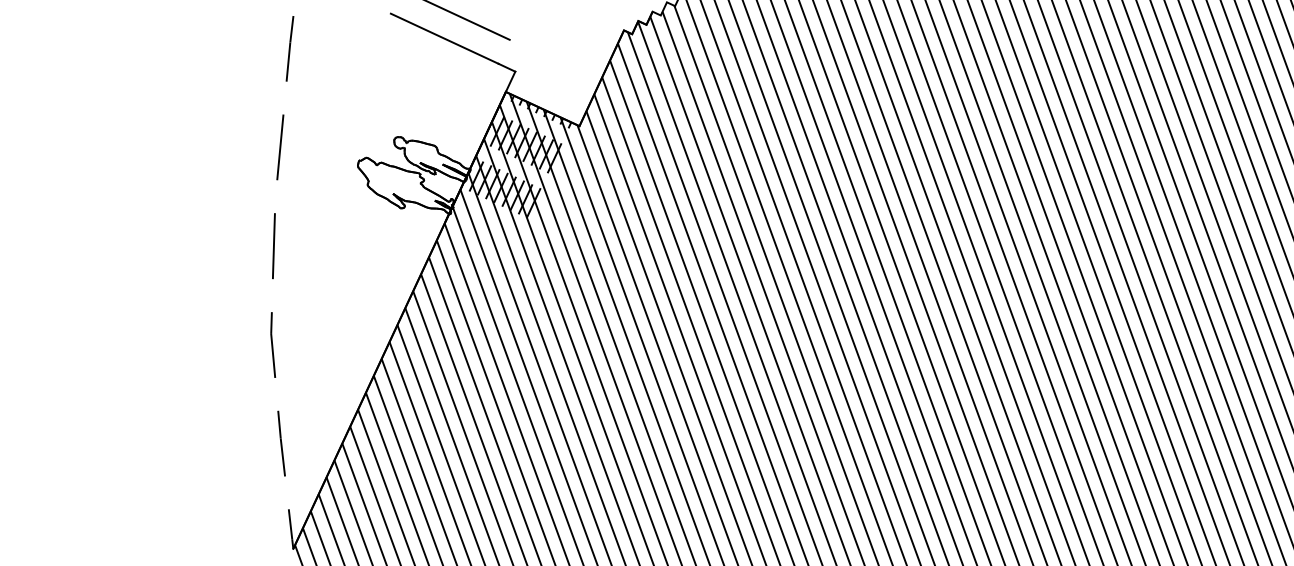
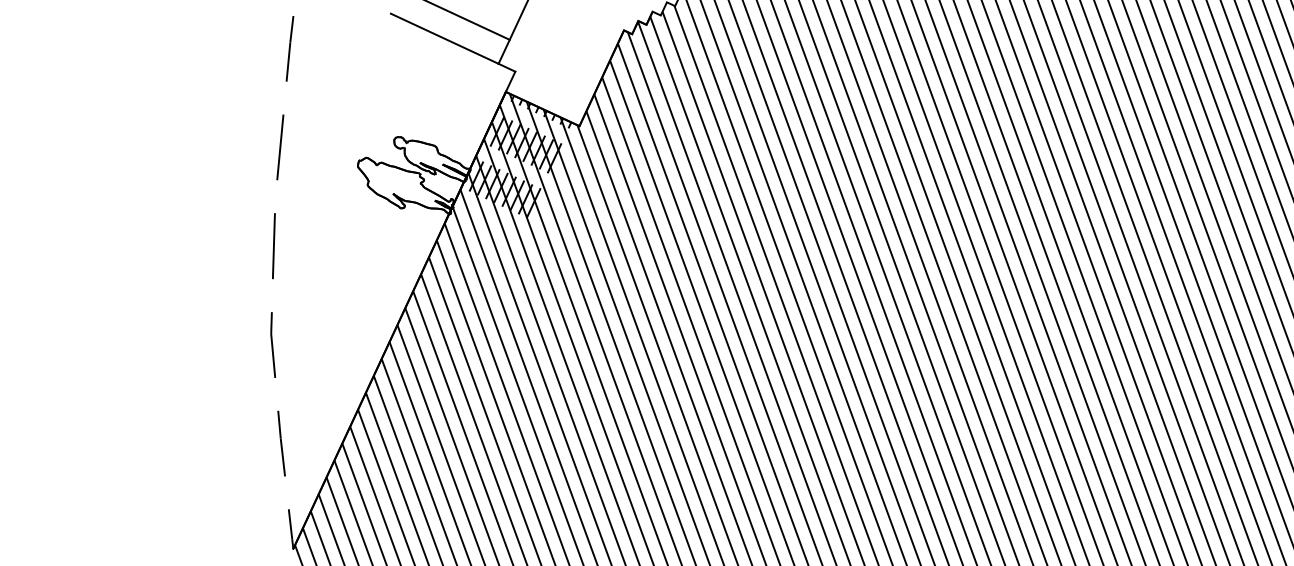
line at (512, 32): none -> present
